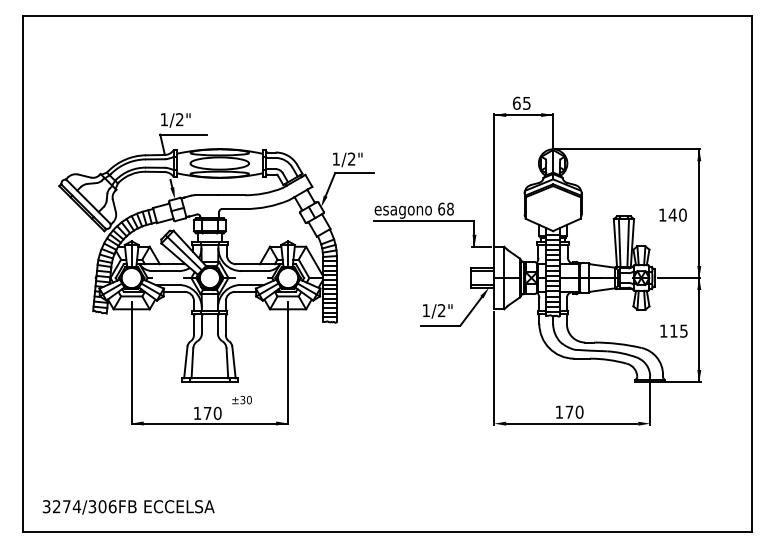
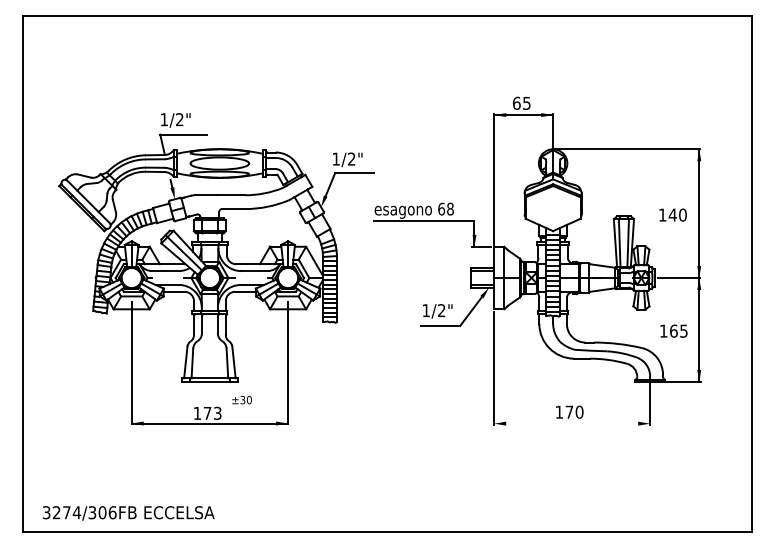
text at (673, 330): 115 -> 165
text at (217, 412): 170 -> 173
line at (570, 423): present -> none
text at (128, 507) position: (128, 507) -> (128, 513)
